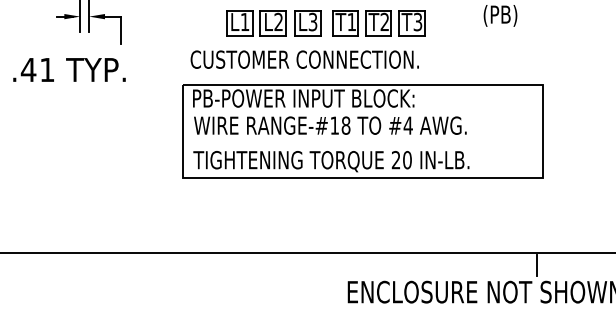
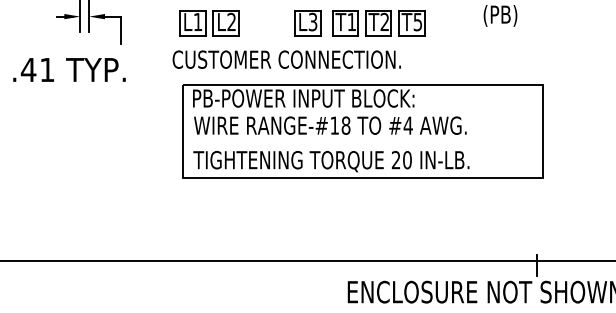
text at (418, 21): T3 -> T5
part at (256, 23) position: (256, 23) -> (209, 23)
text at (304, 59) position: (304, 59) -> (286, 59)
line at (307, 252) position: (307, 252) -> (307, 260)
